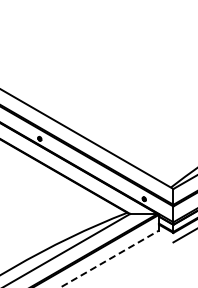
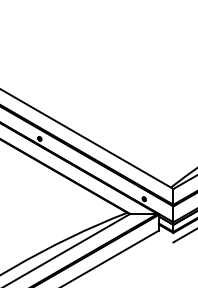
line at (109, 259): dashed -> solid
